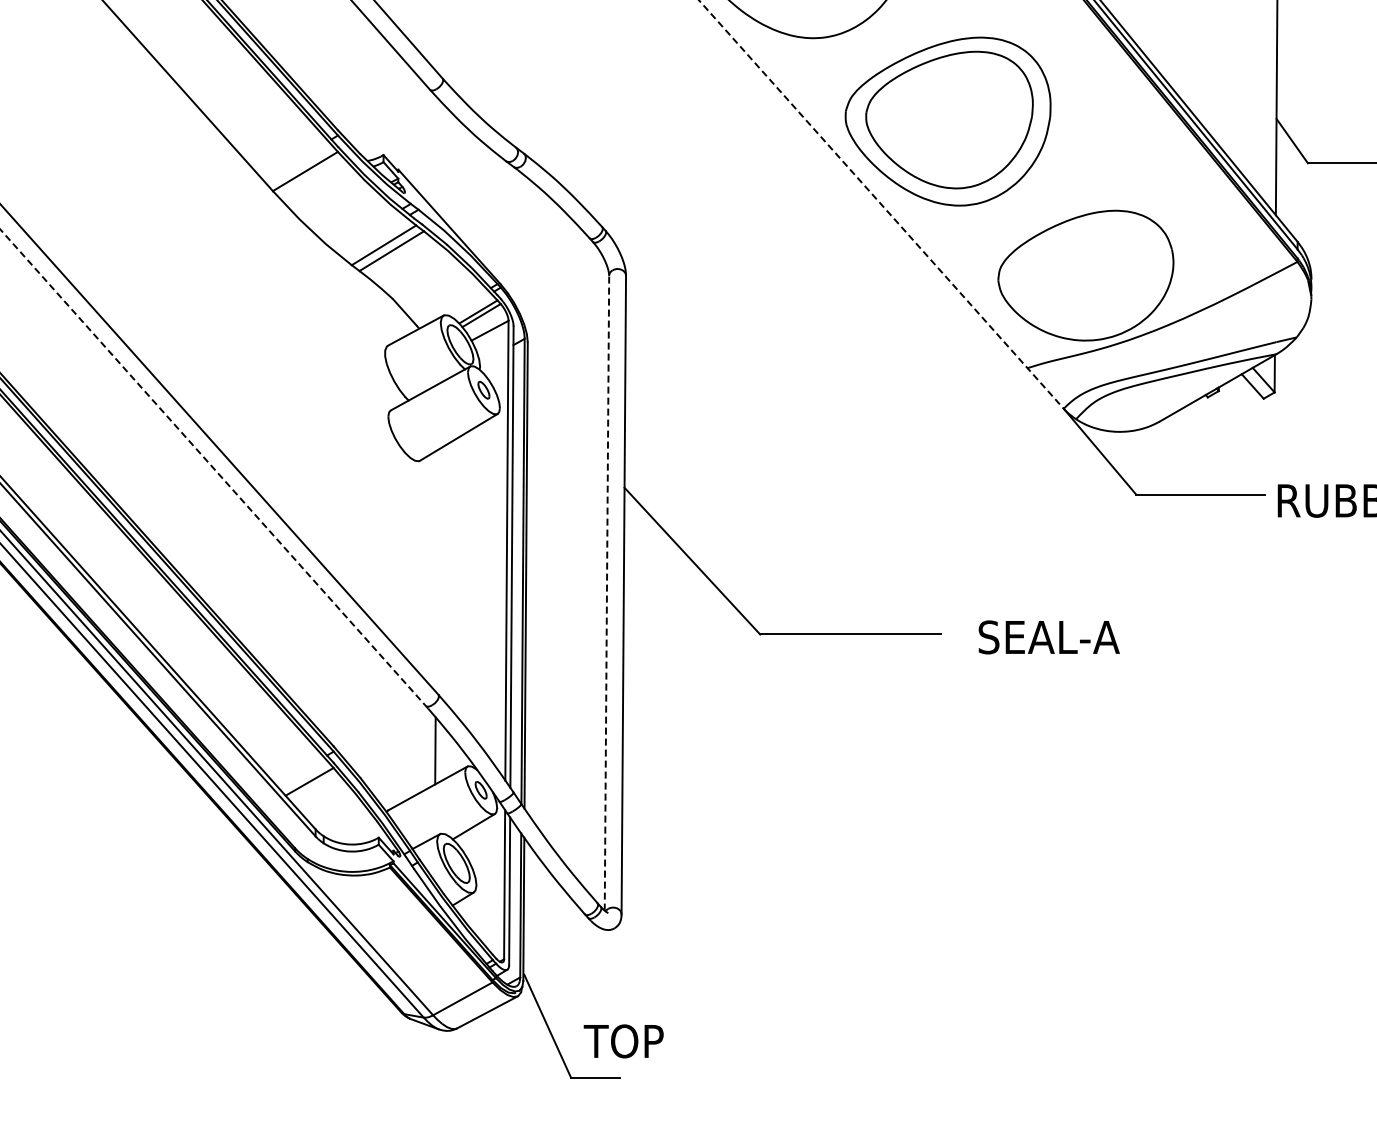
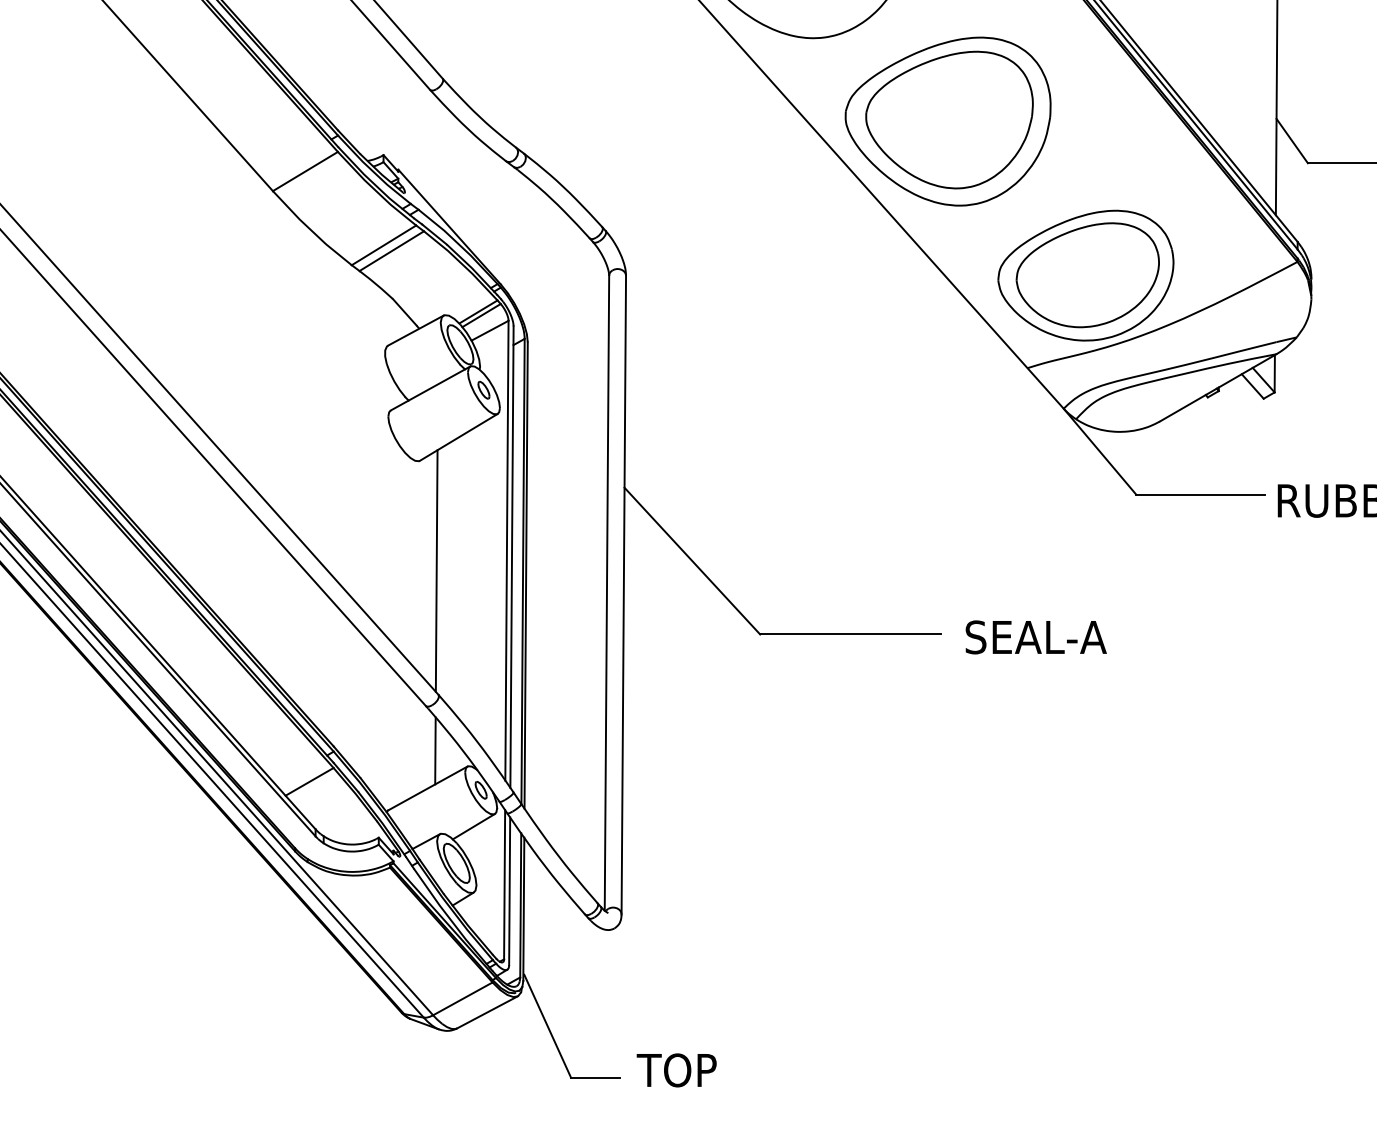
line at (881, 204): dashed -> solid
part at (1087, 275): none -> present
line at (213, 468): dashed -> solid
line at (436, 570): none -> present
line at (606, 592): dashed -> solid
text at (1048, 637) position: (1048, 637) -> (1035, 637)
text at (623, 1041) position: (623, 1041) -> (676, 1070)
